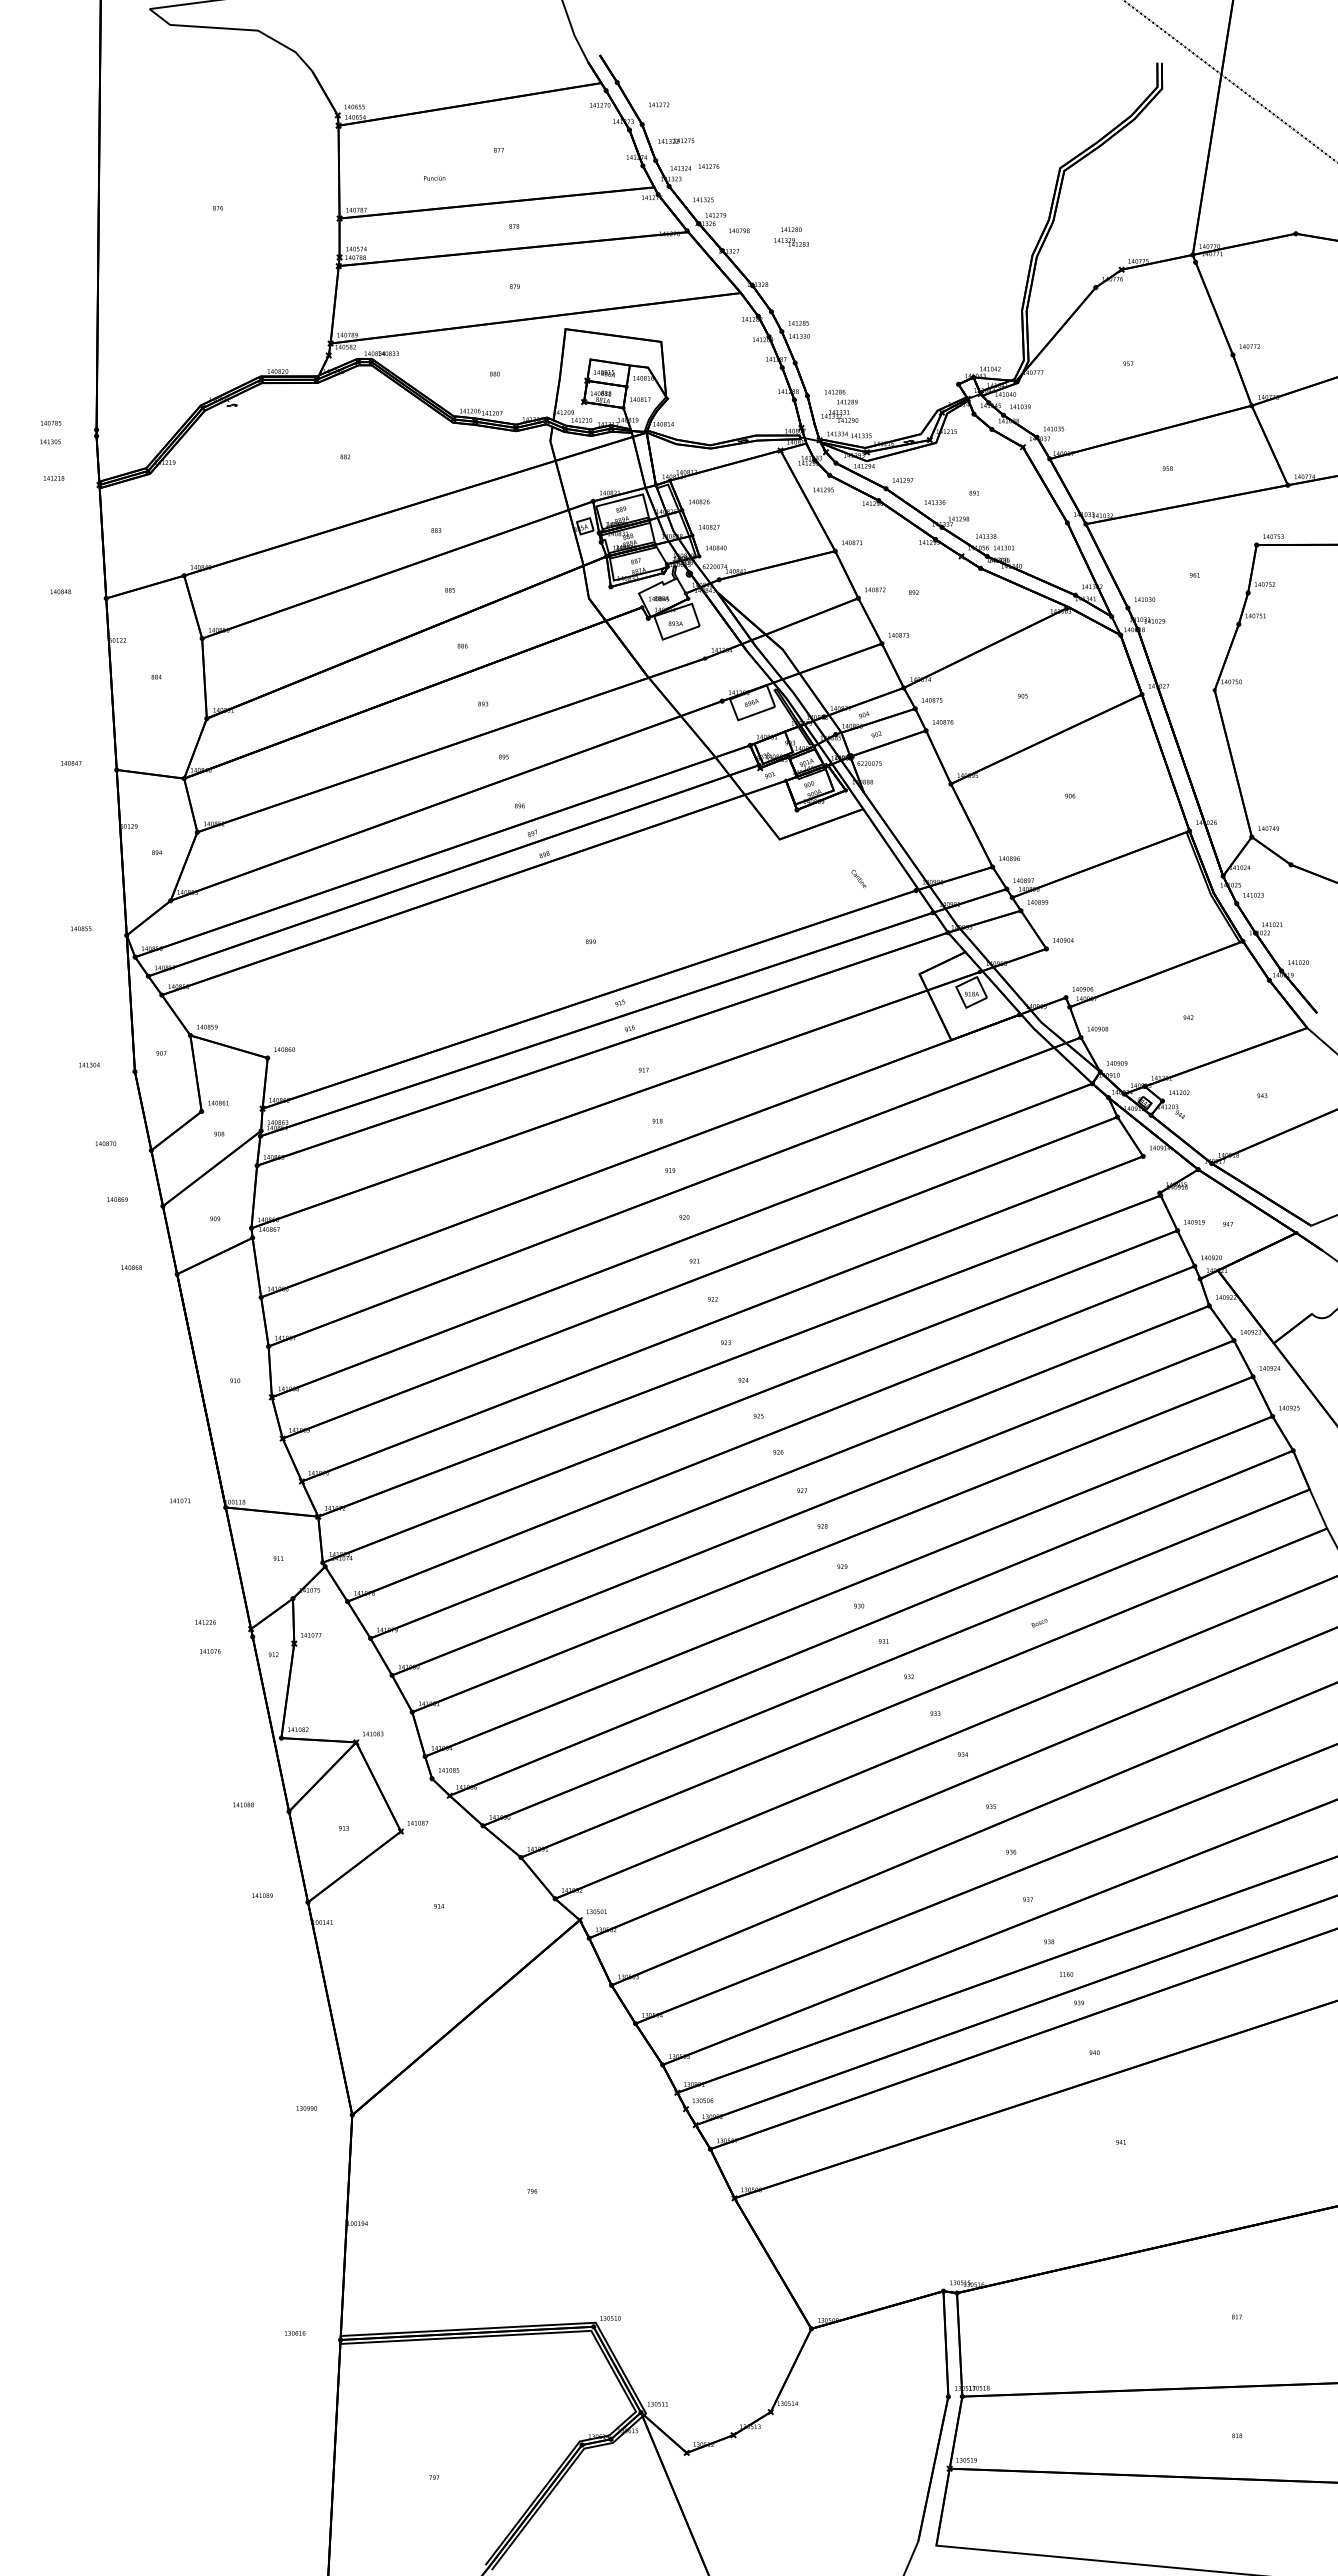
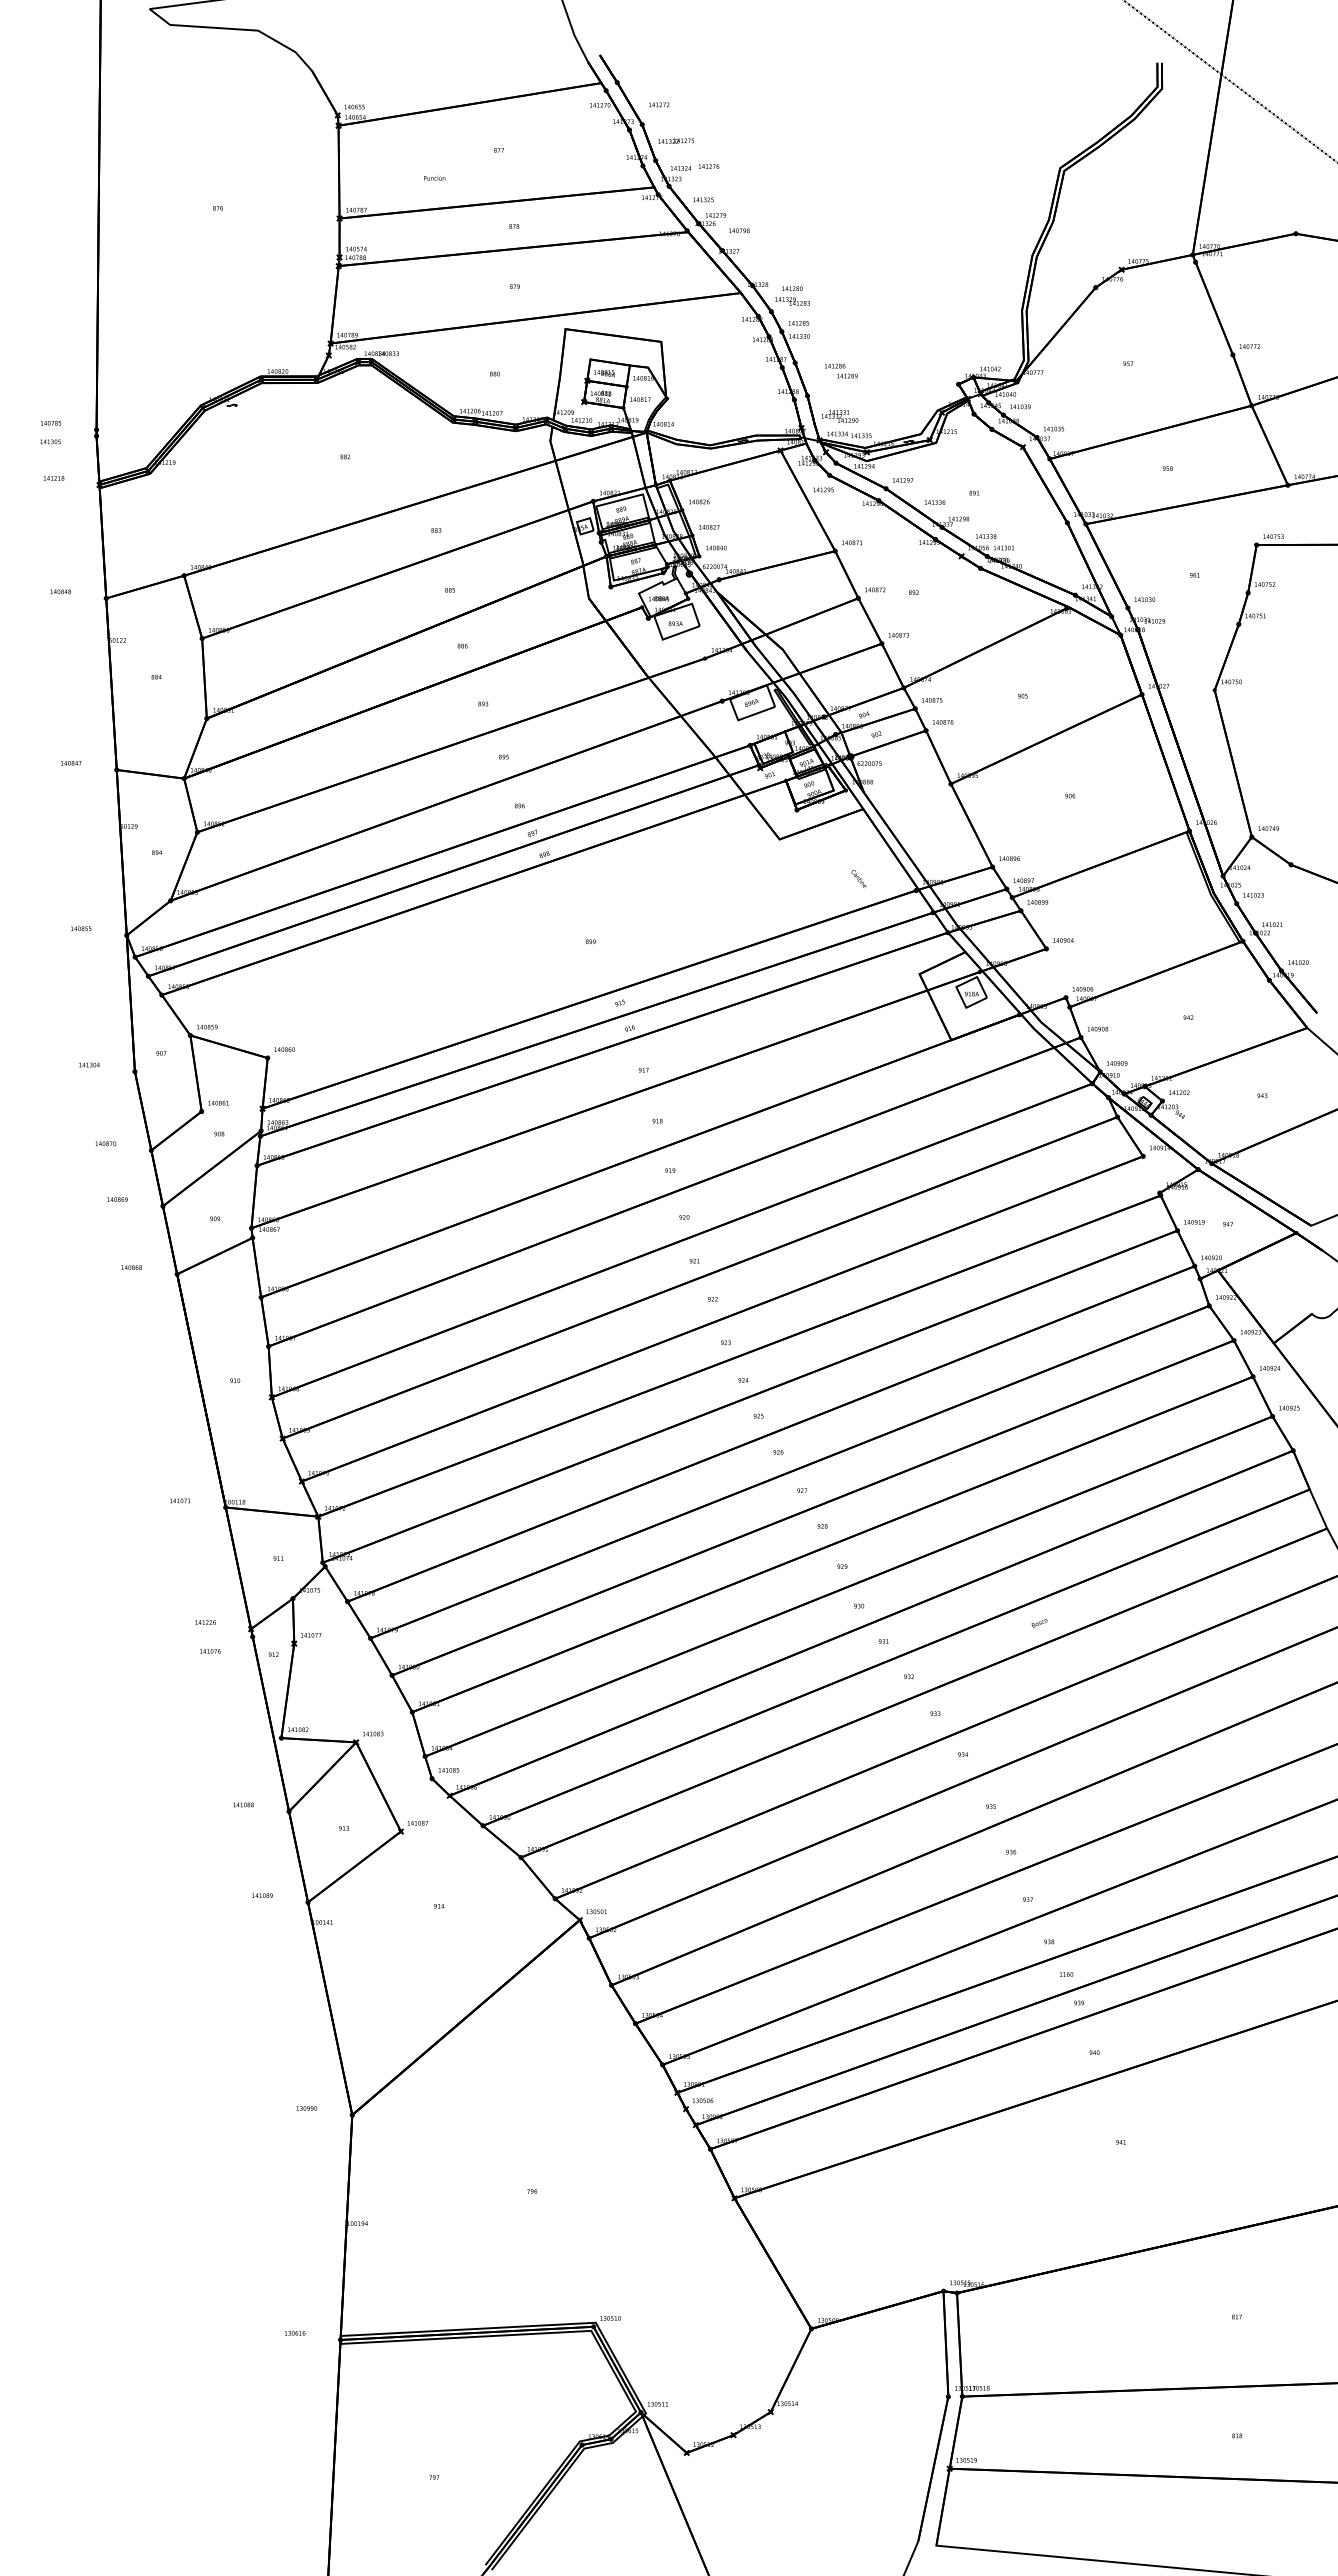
text at (791, 236) position: (791, 236) -> (792, 295)
text at (841, 396) position: (841, 396) -> (841, 370)
